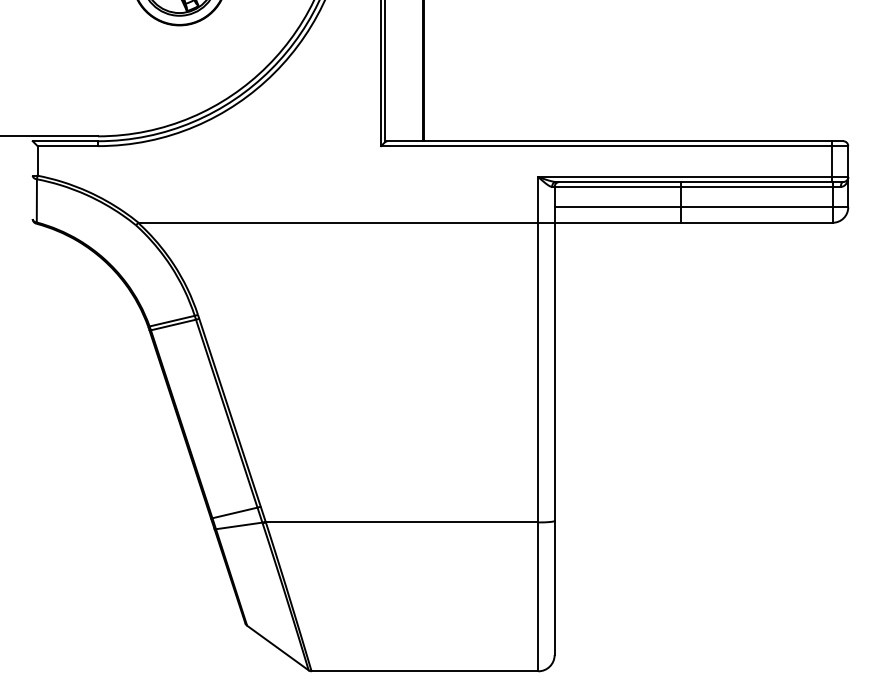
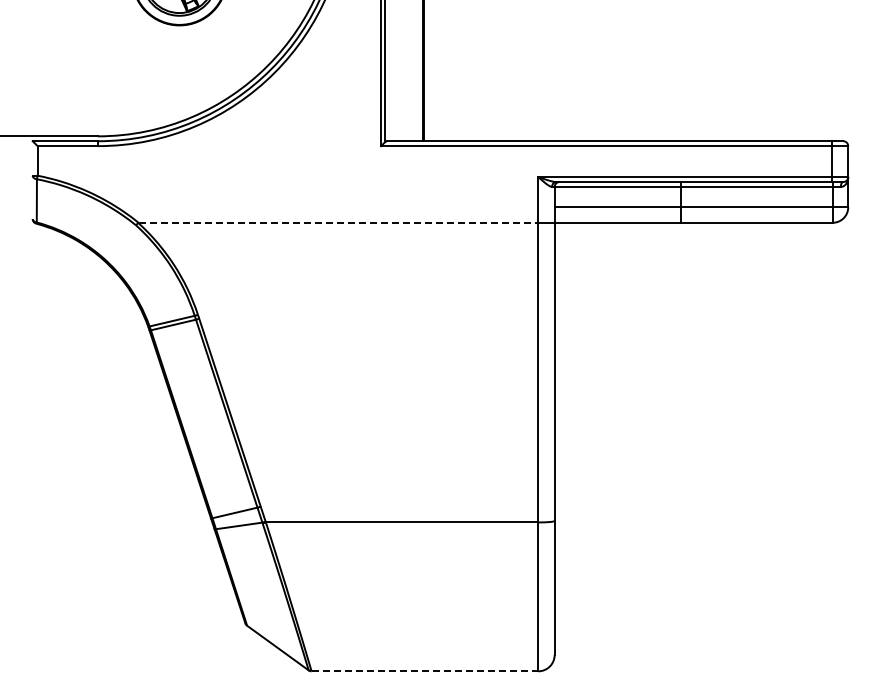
line at (338, 222): solid -> dashed
line at (425, 671): solid -> dashed
